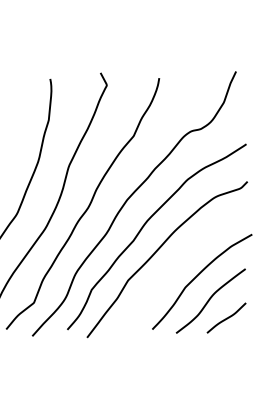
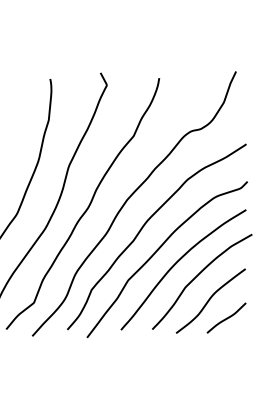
curve at (177, 263): none -> present
